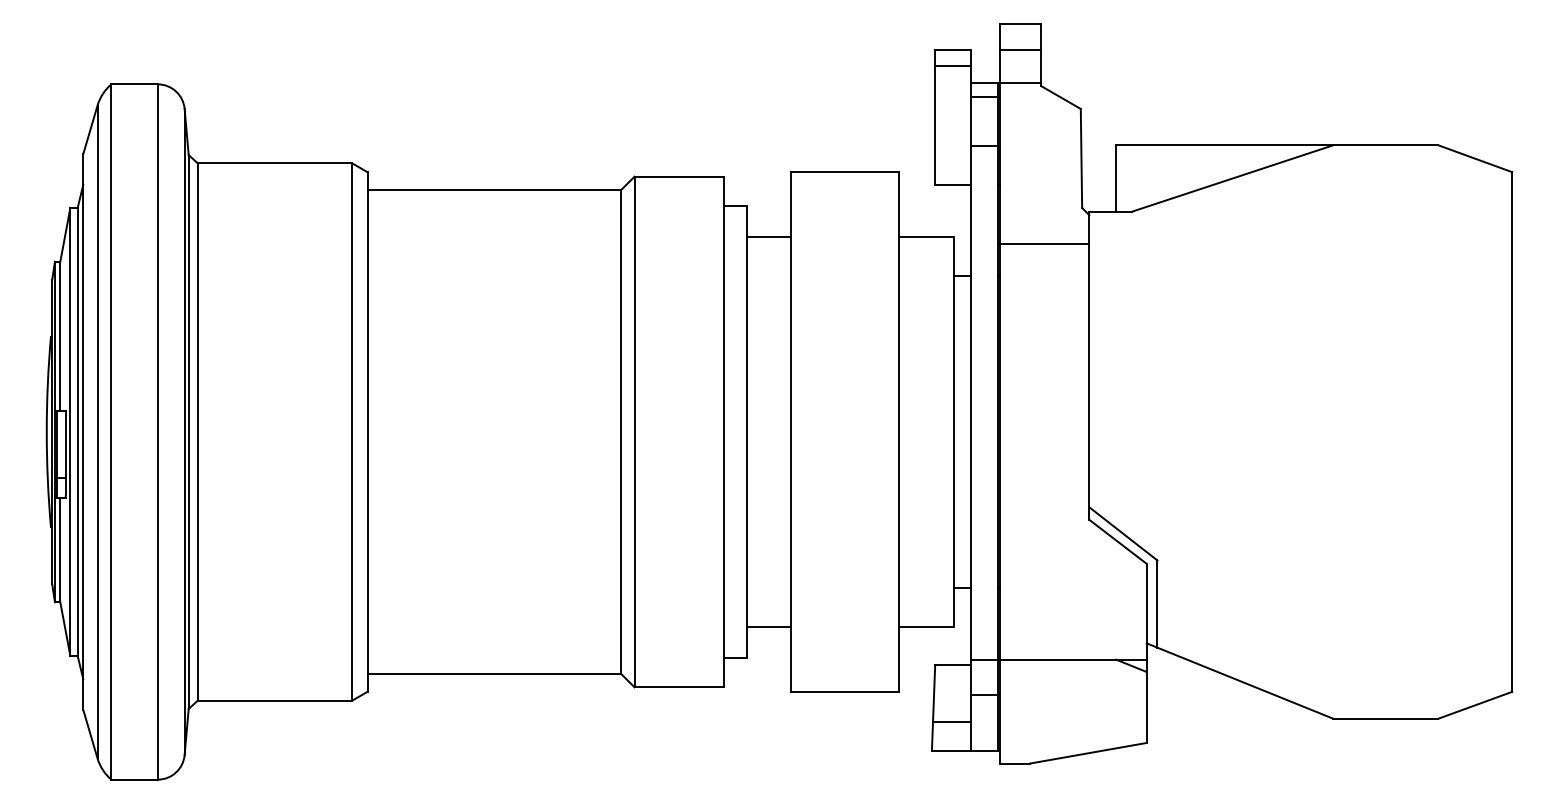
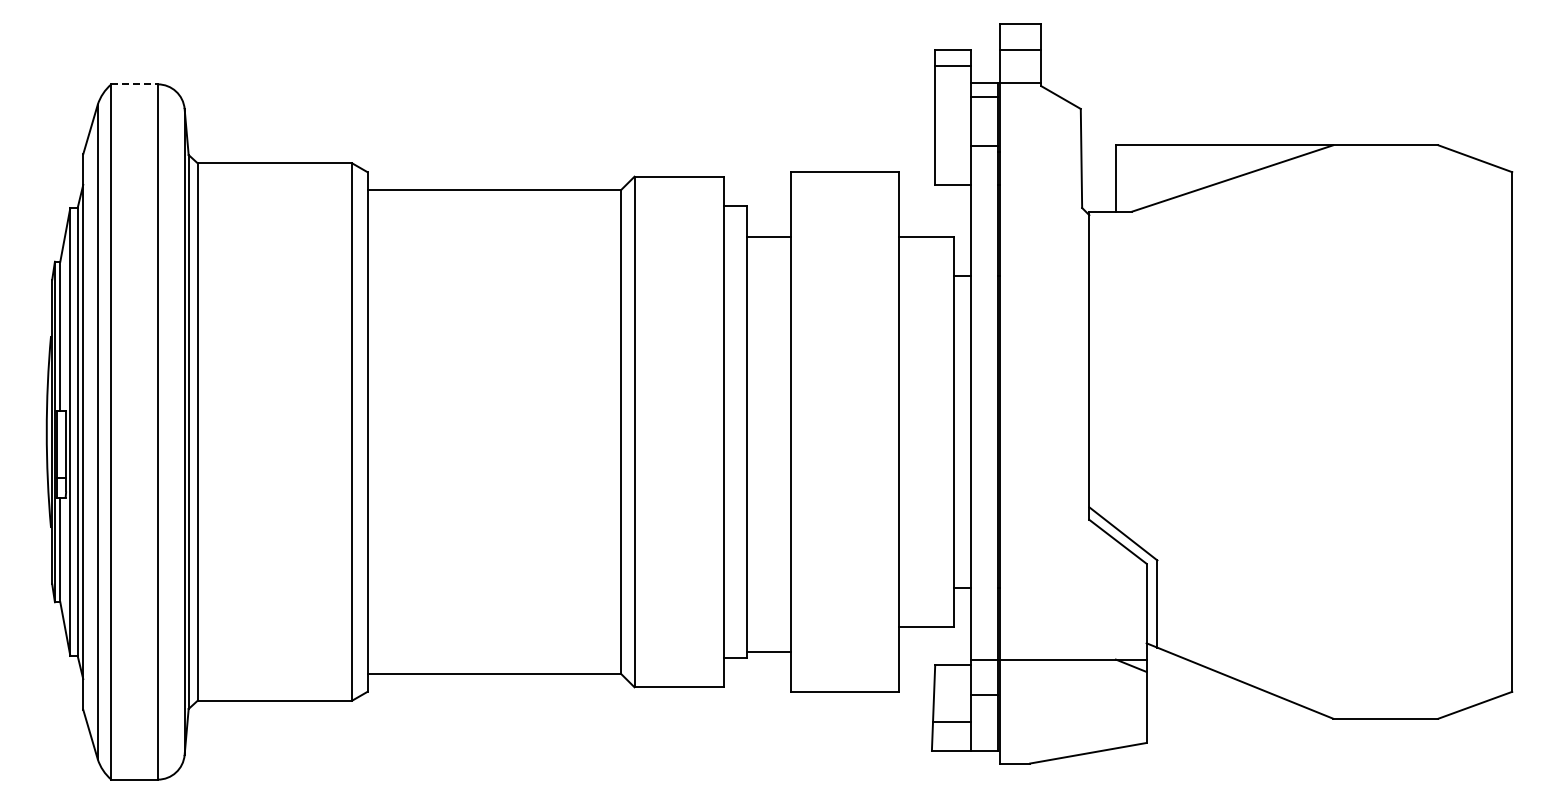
line at (135, 84): solid -> dashed
line at (1044, 243): present -> none
line at (768, 626) position: (768, 626) -> (768, 651)
